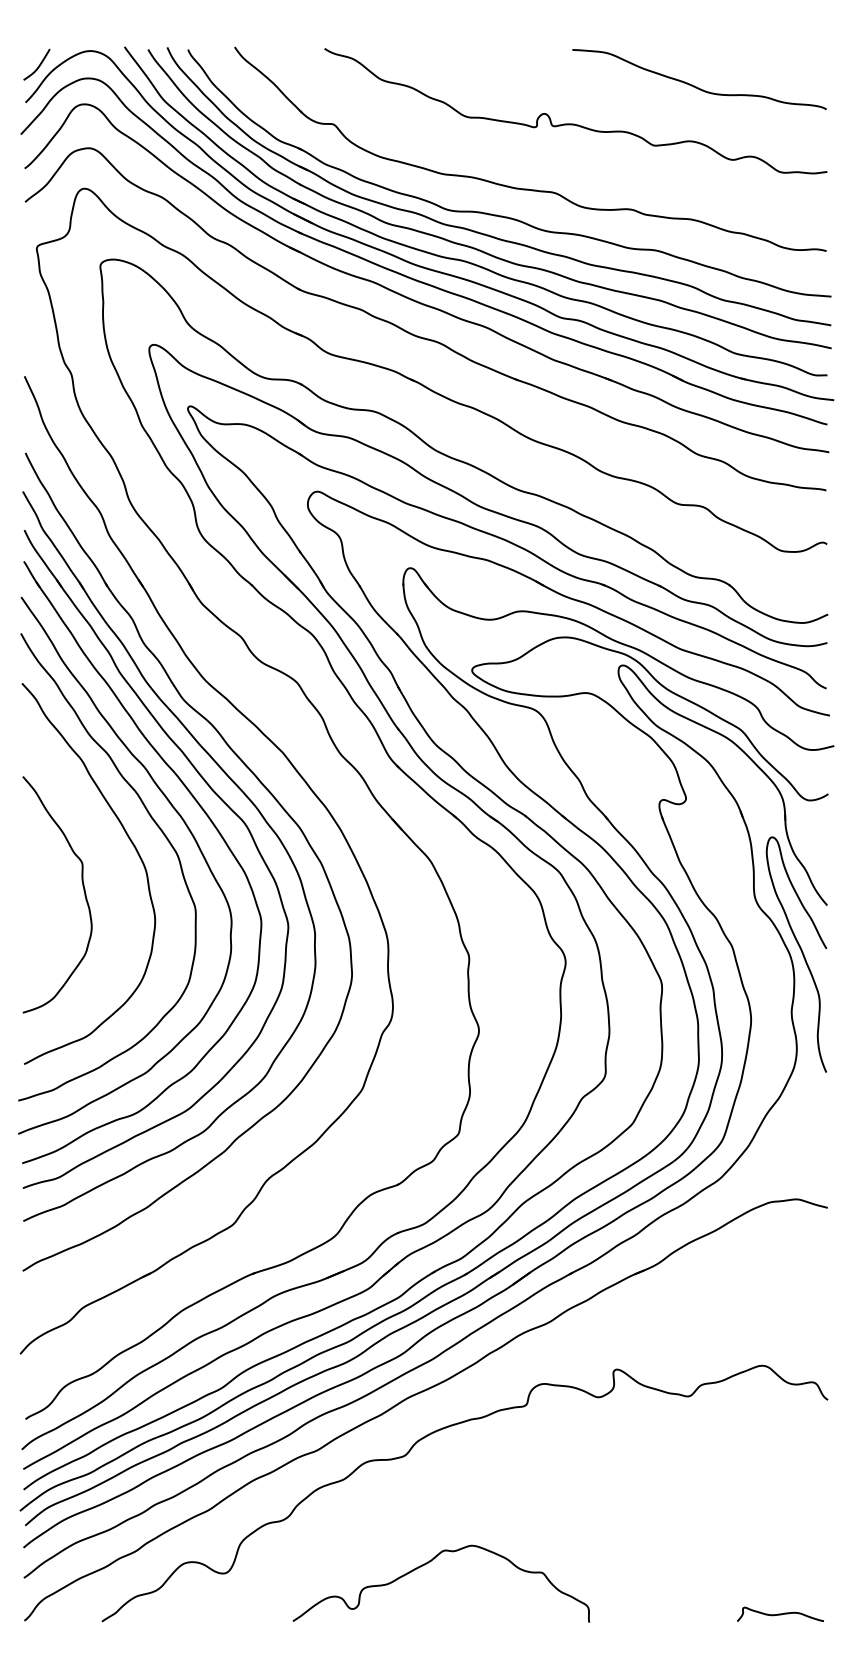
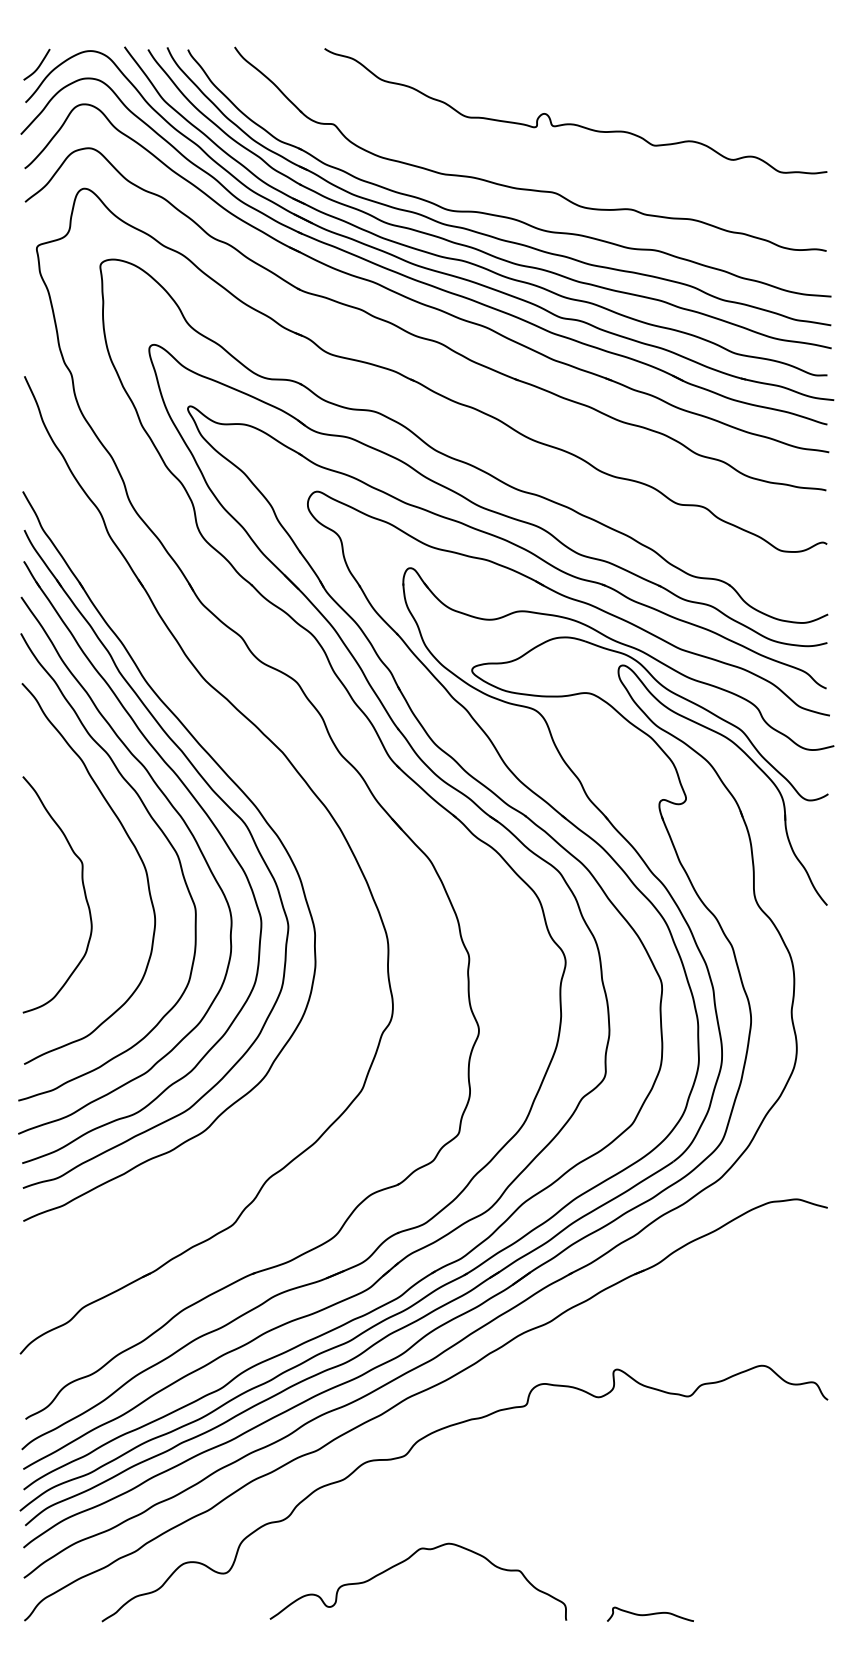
curve at (696, 86): present -> none
part at (267, 791): present -> none
curve at (801, 953): present -> none
curve at (430, 1562) position: (430, 1562) -> (407, 1560)
curve at (780, 1613) position: (780, 1613) -> (650, 1613)
